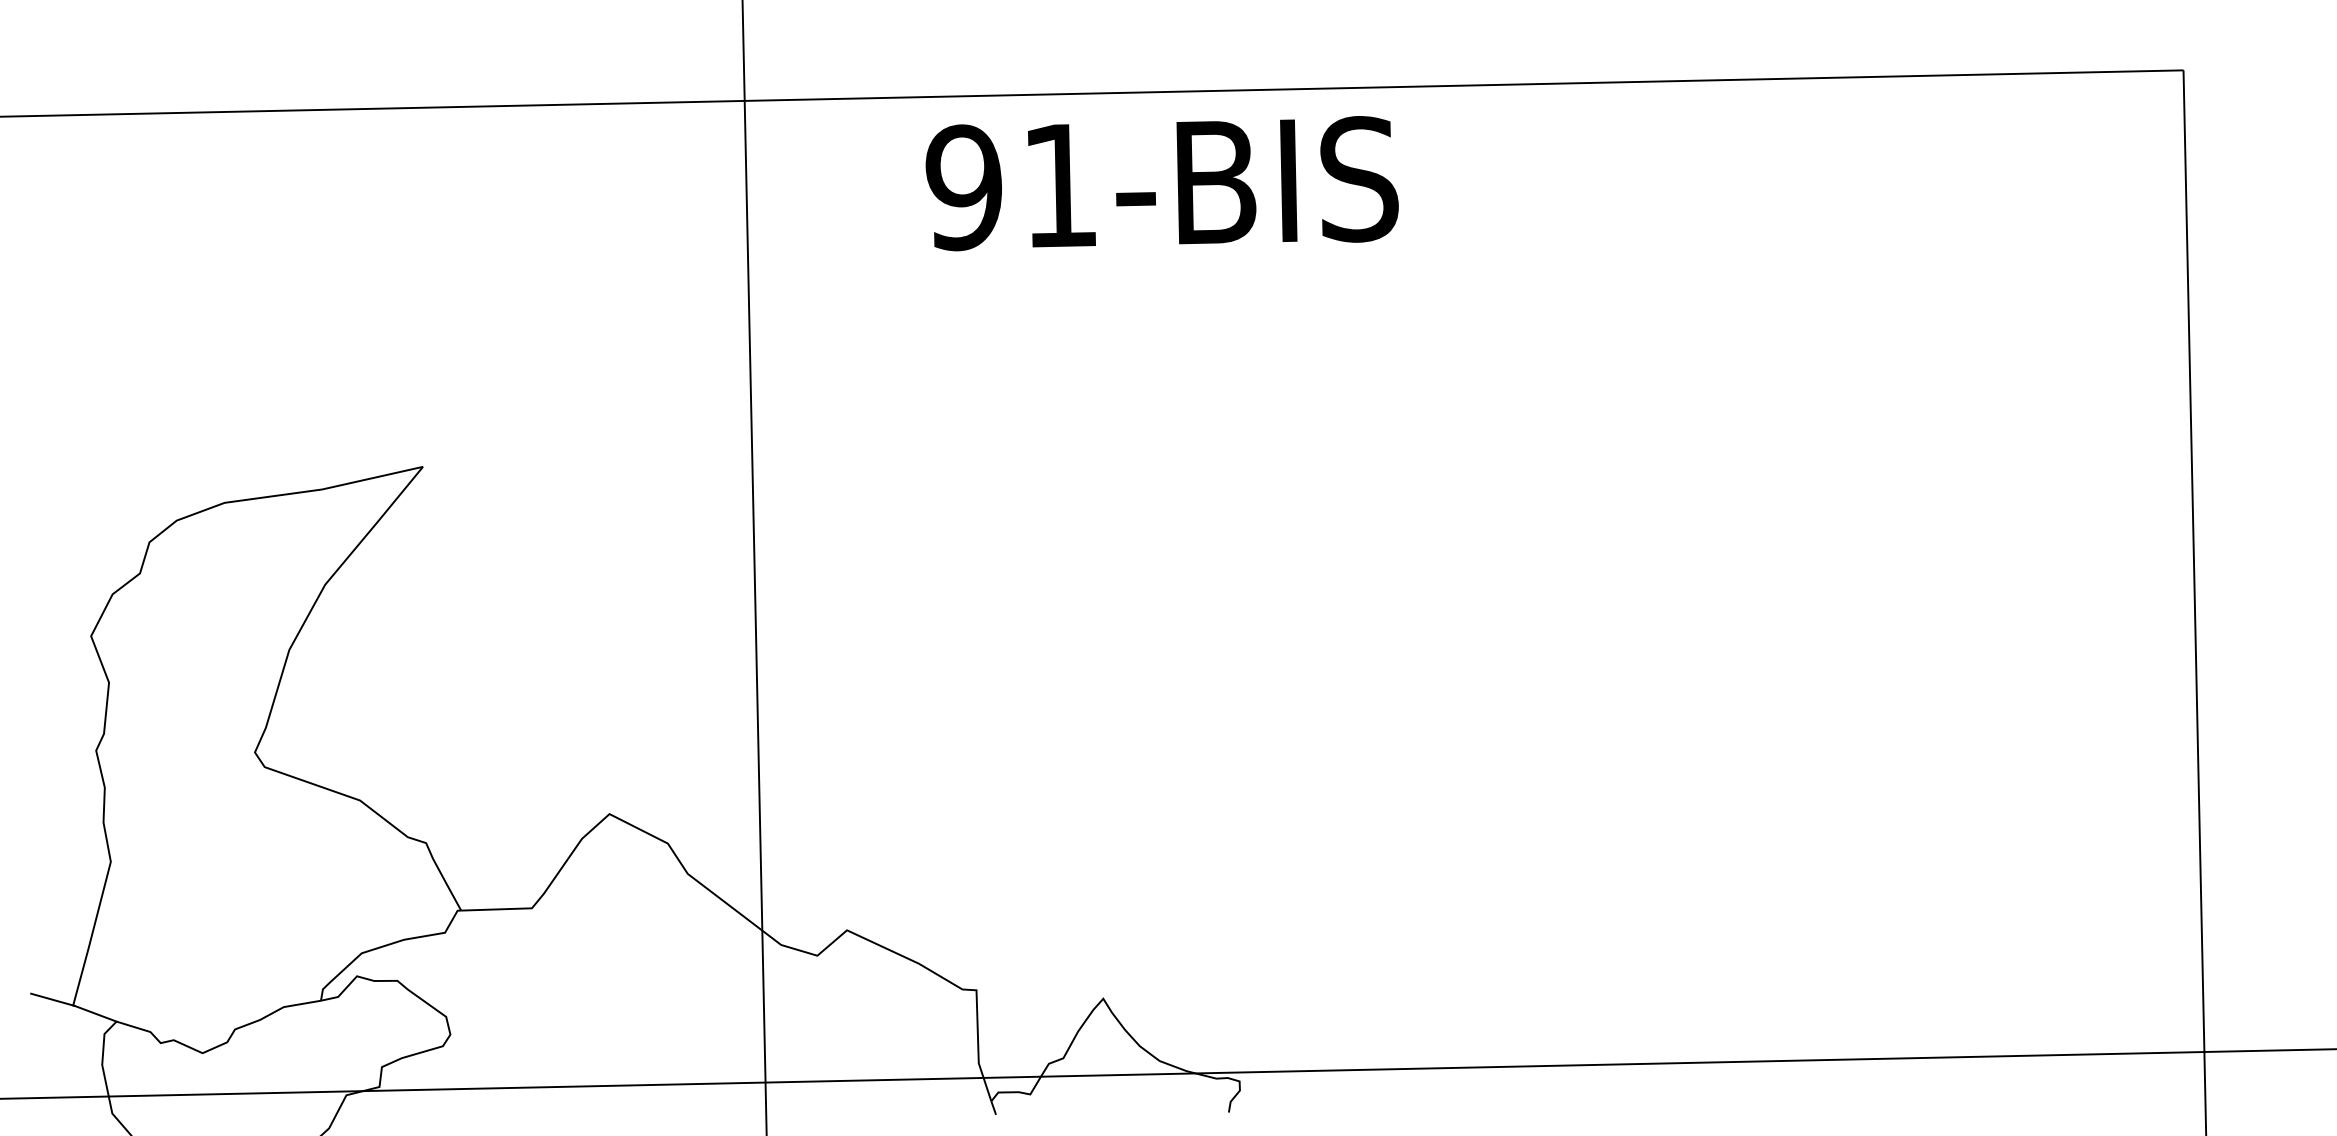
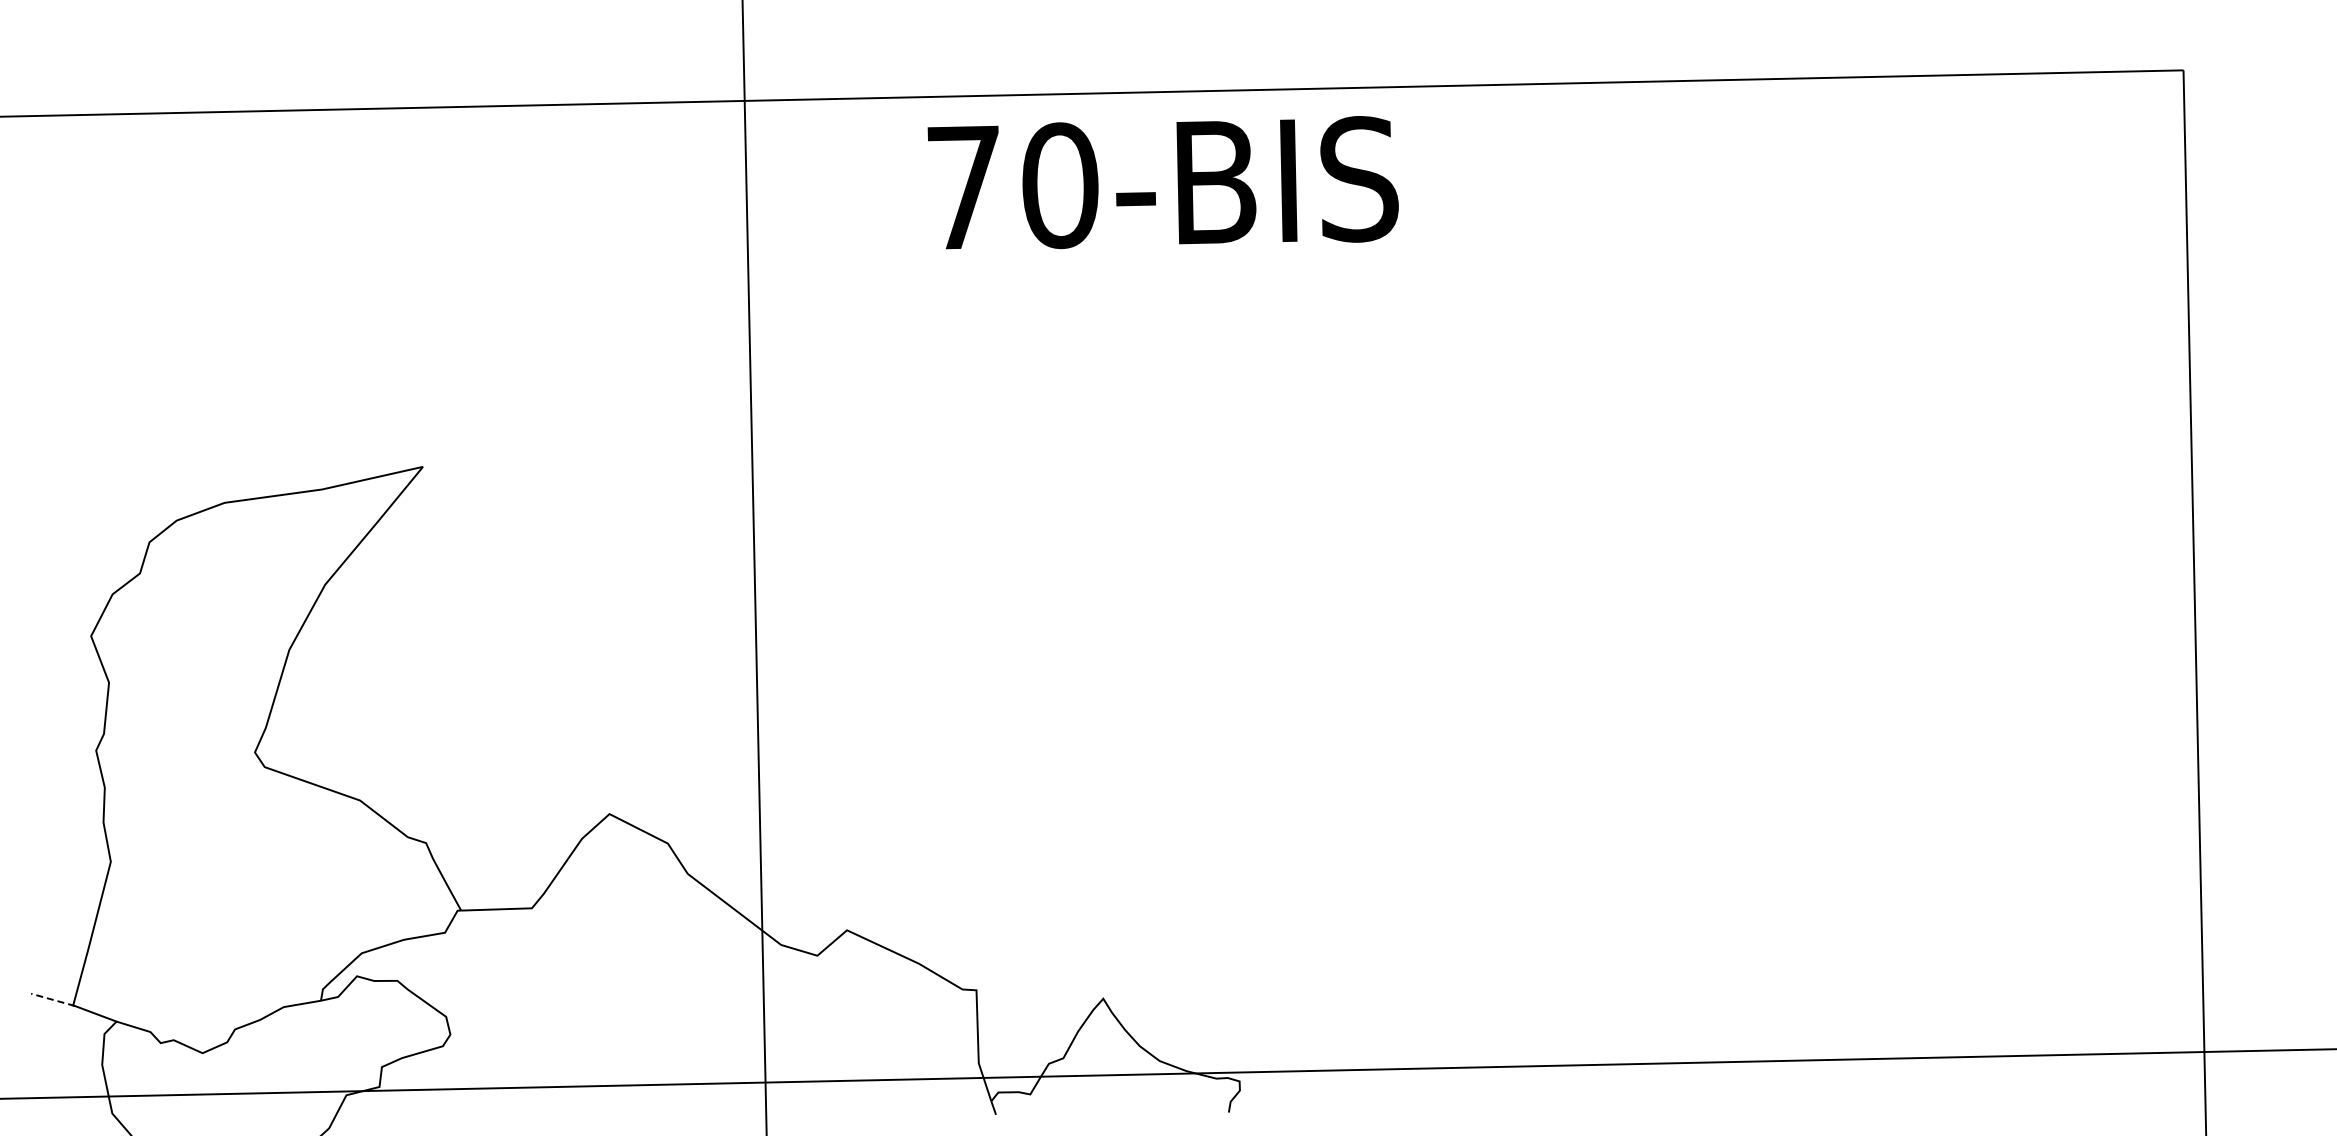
text at (1011, 186): 91-BIS -> 70-BIS
line at (52, 999): solid -> dashed
